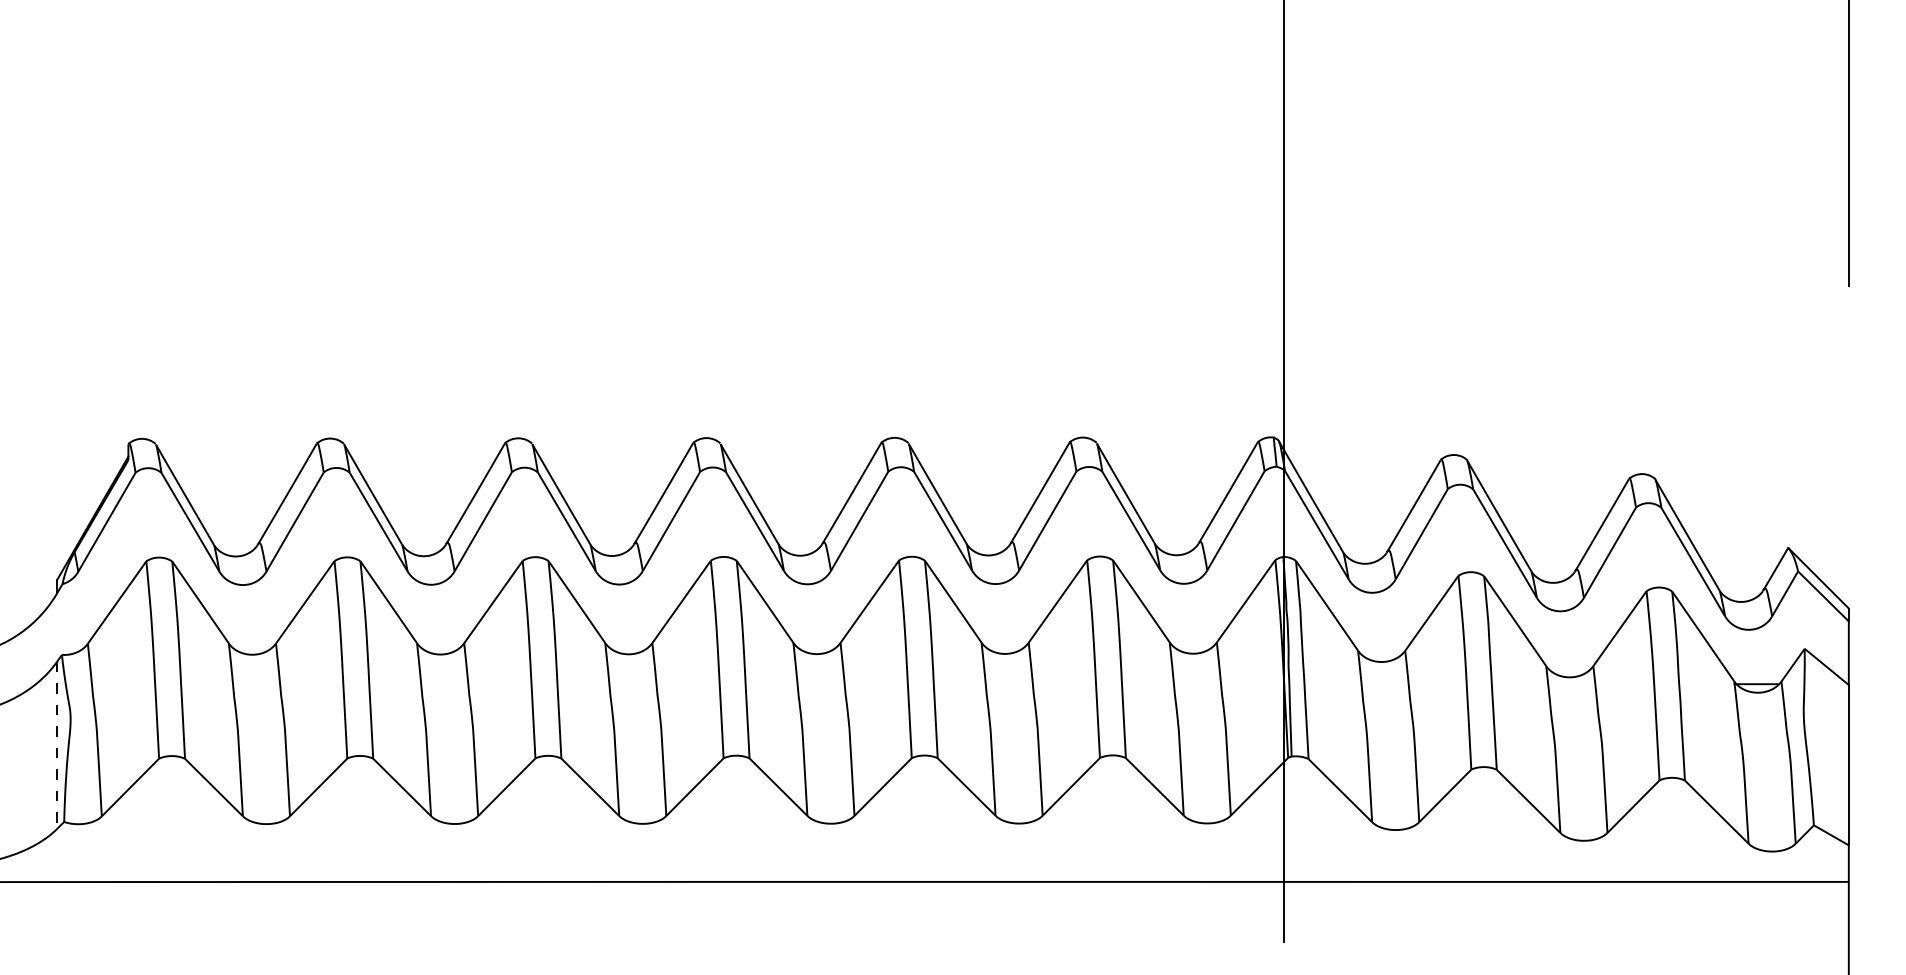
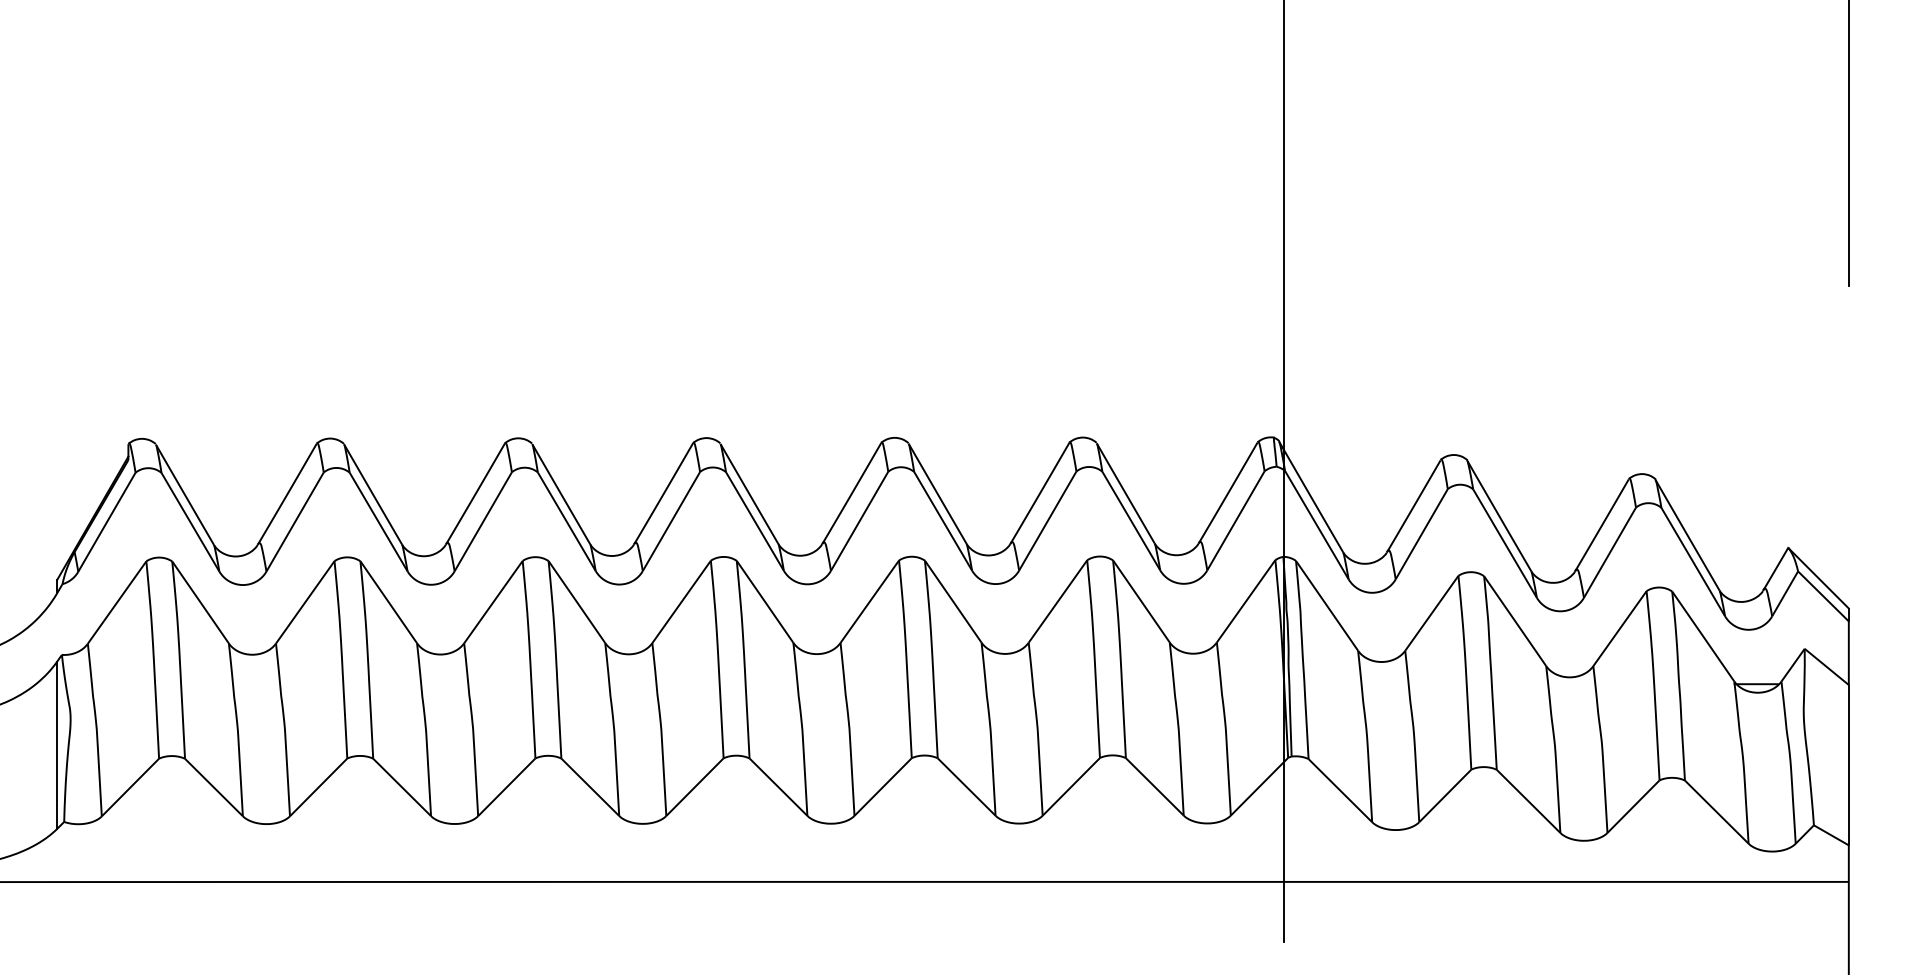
line at (57, 745): dashed -> solid
